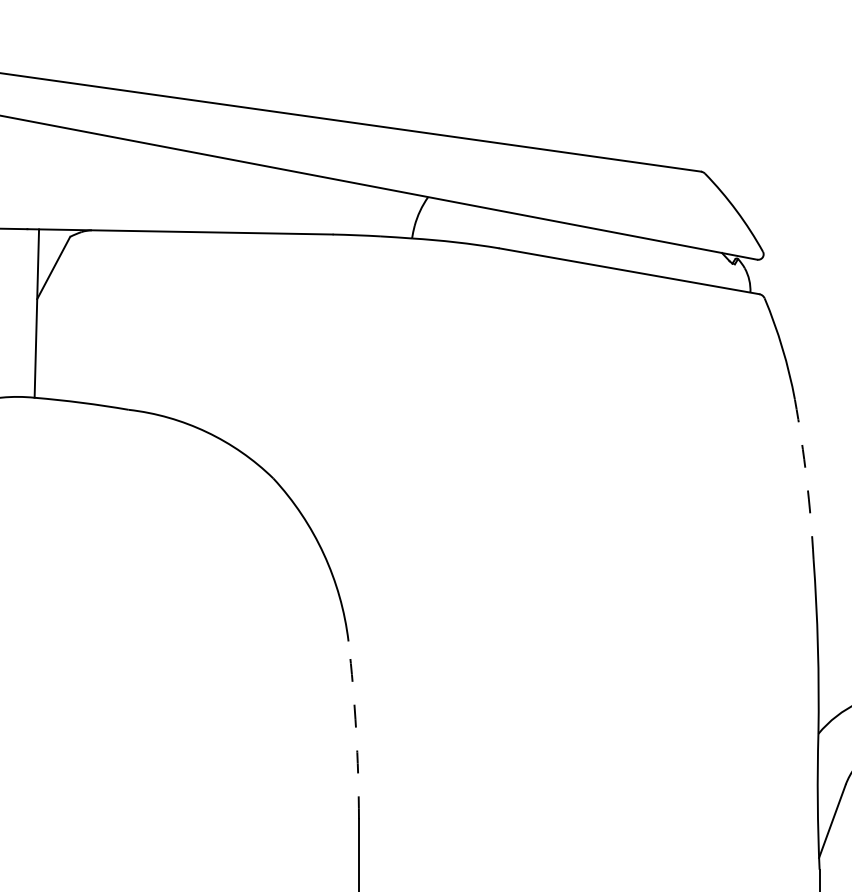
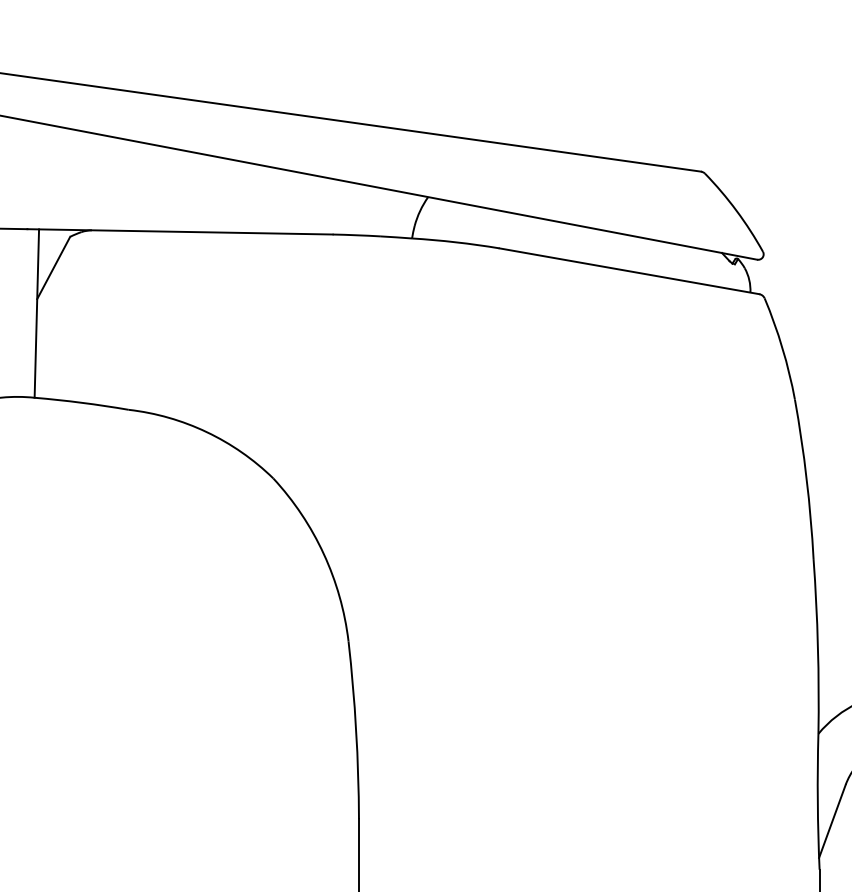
arc at (806, 479): dashed -> solid
arc at (356, 730): dashed -> solid
